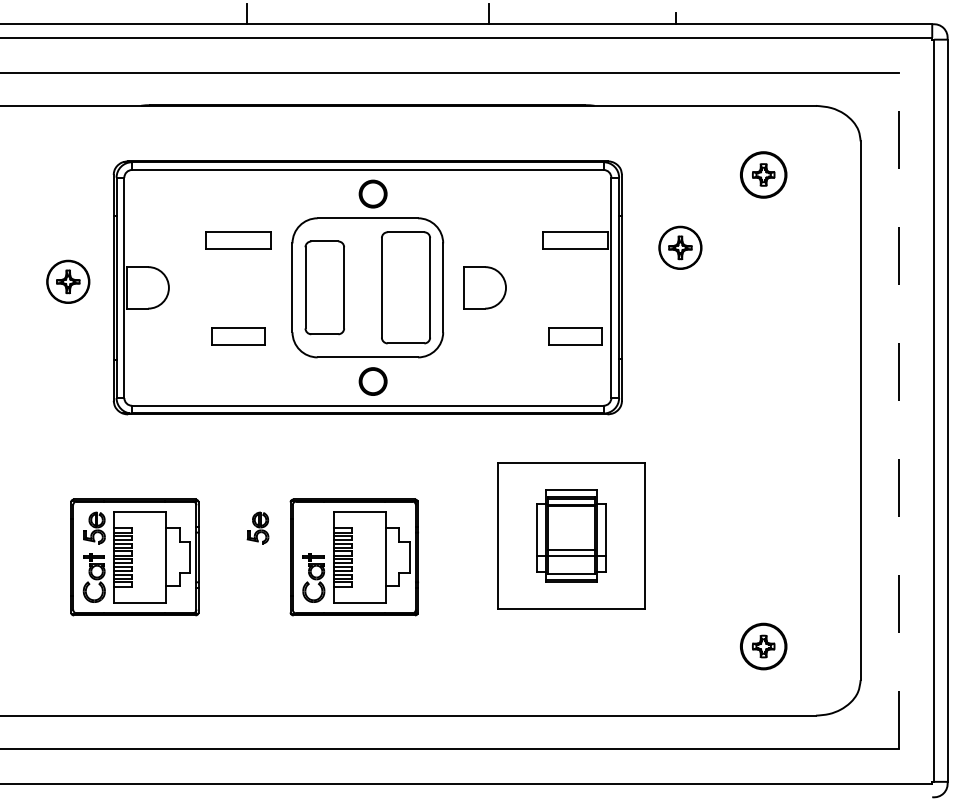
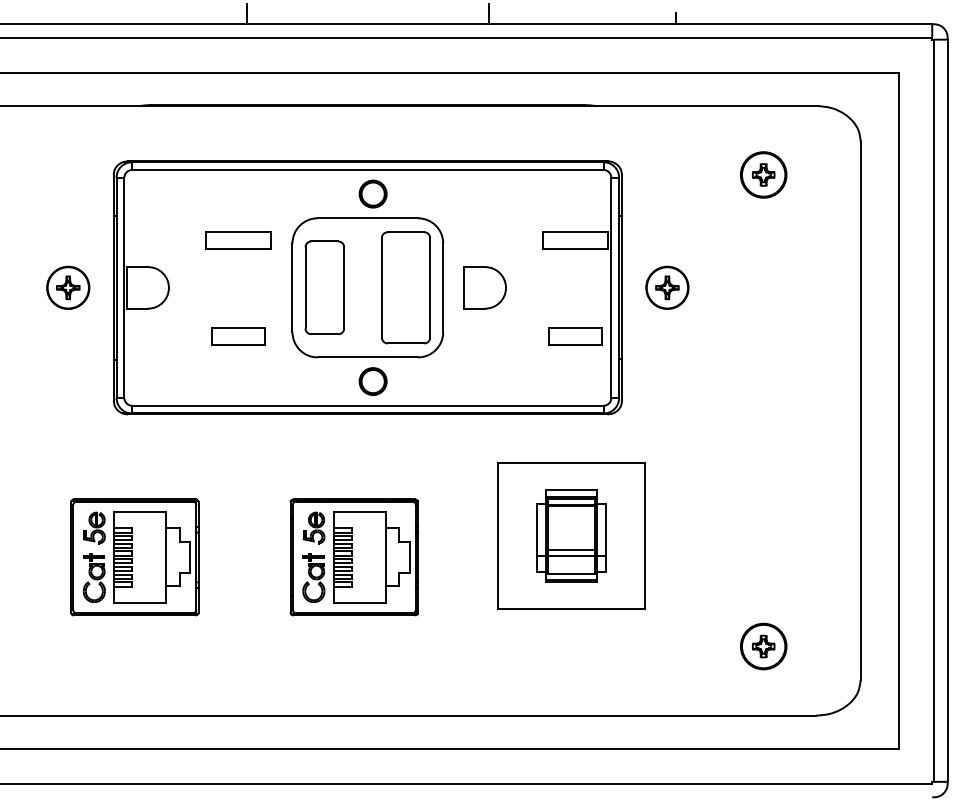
part at (680, 247) position: (680, 247) -> (667, 287)
part at (68, 281) position: (68, 281) -> (68, 287)
line at (899, 410): dashed -> solid
part at (257, 527) position: (257, 527) -> (313, 527)
